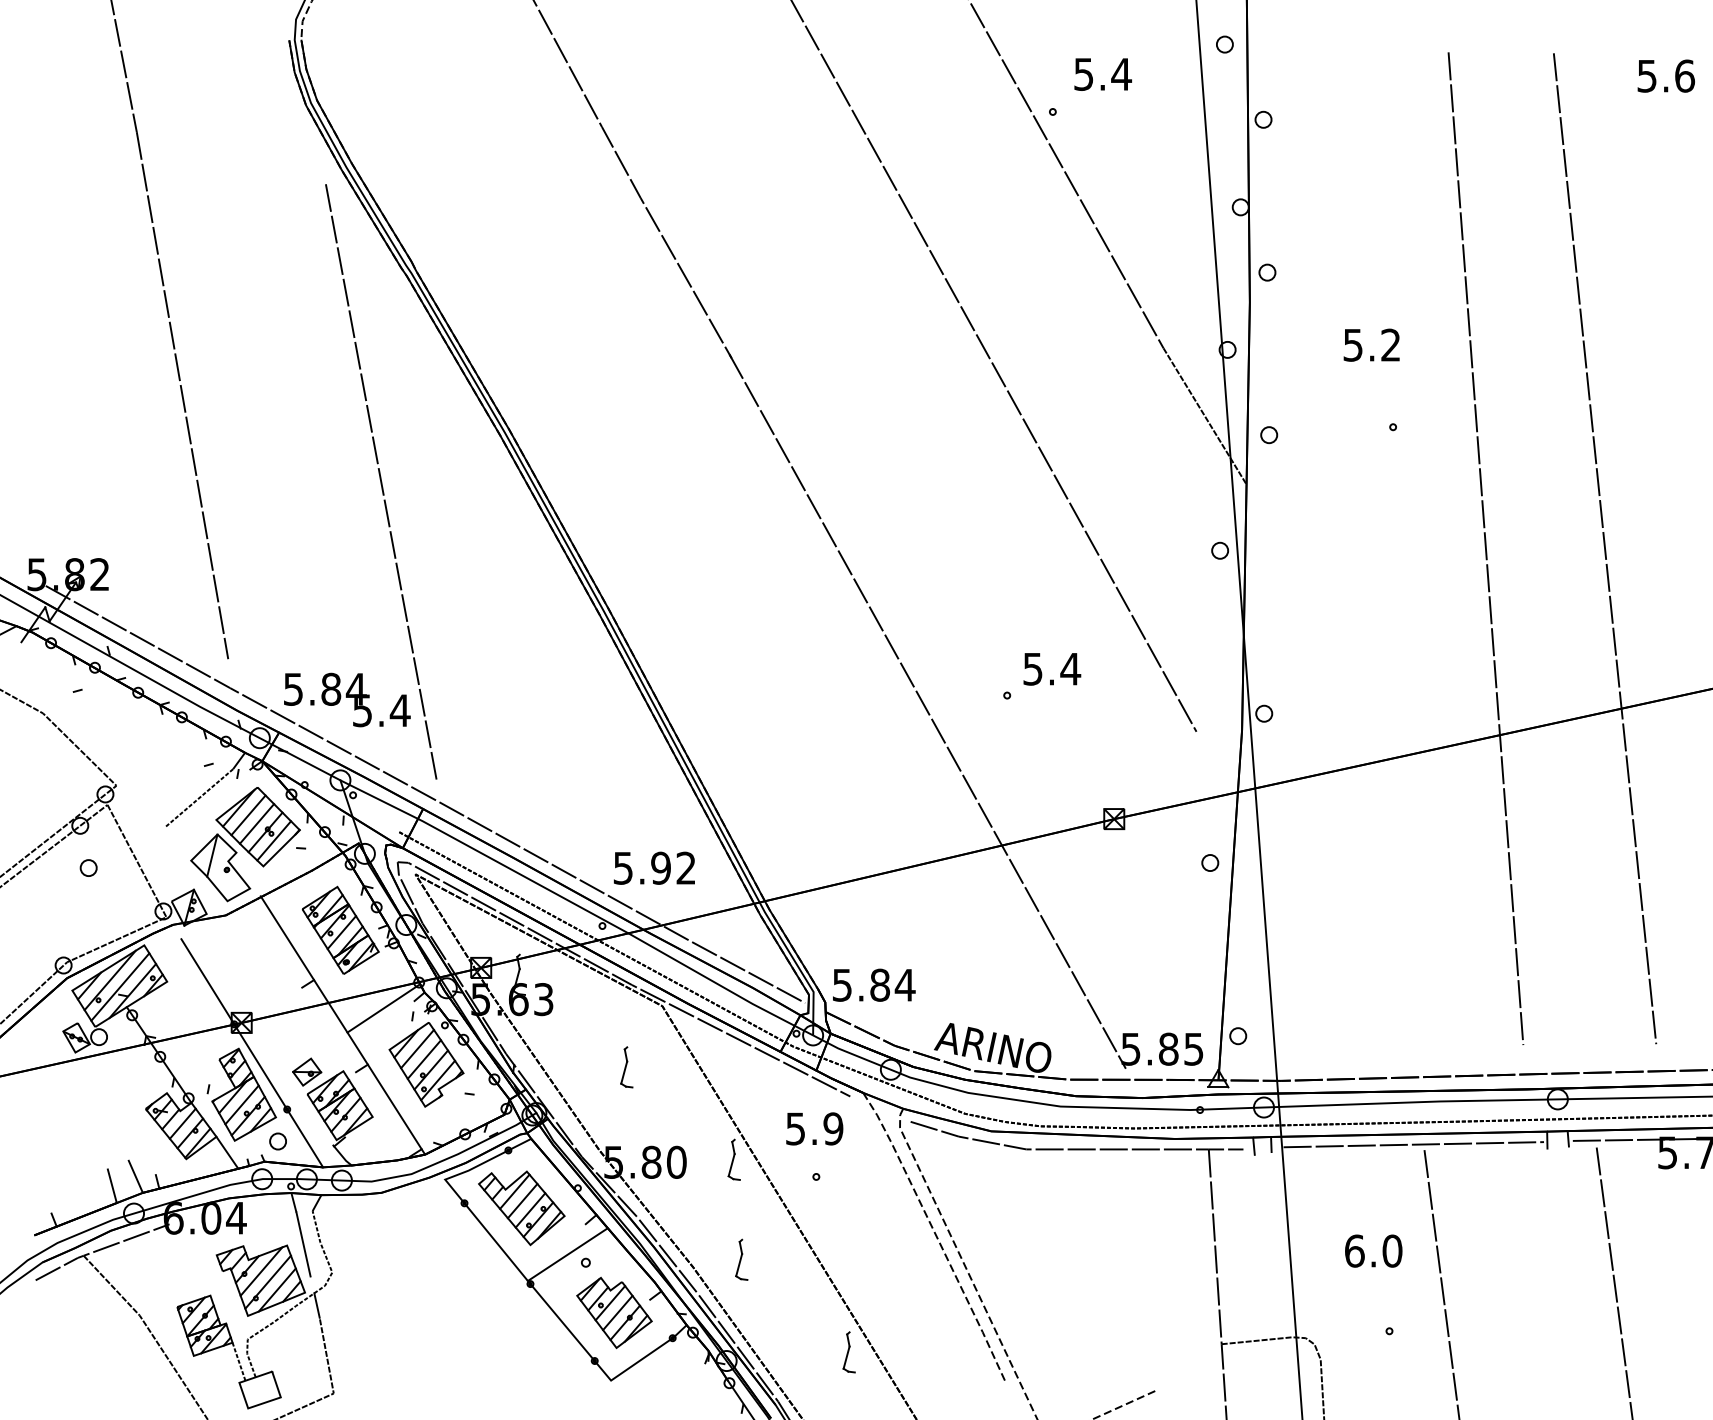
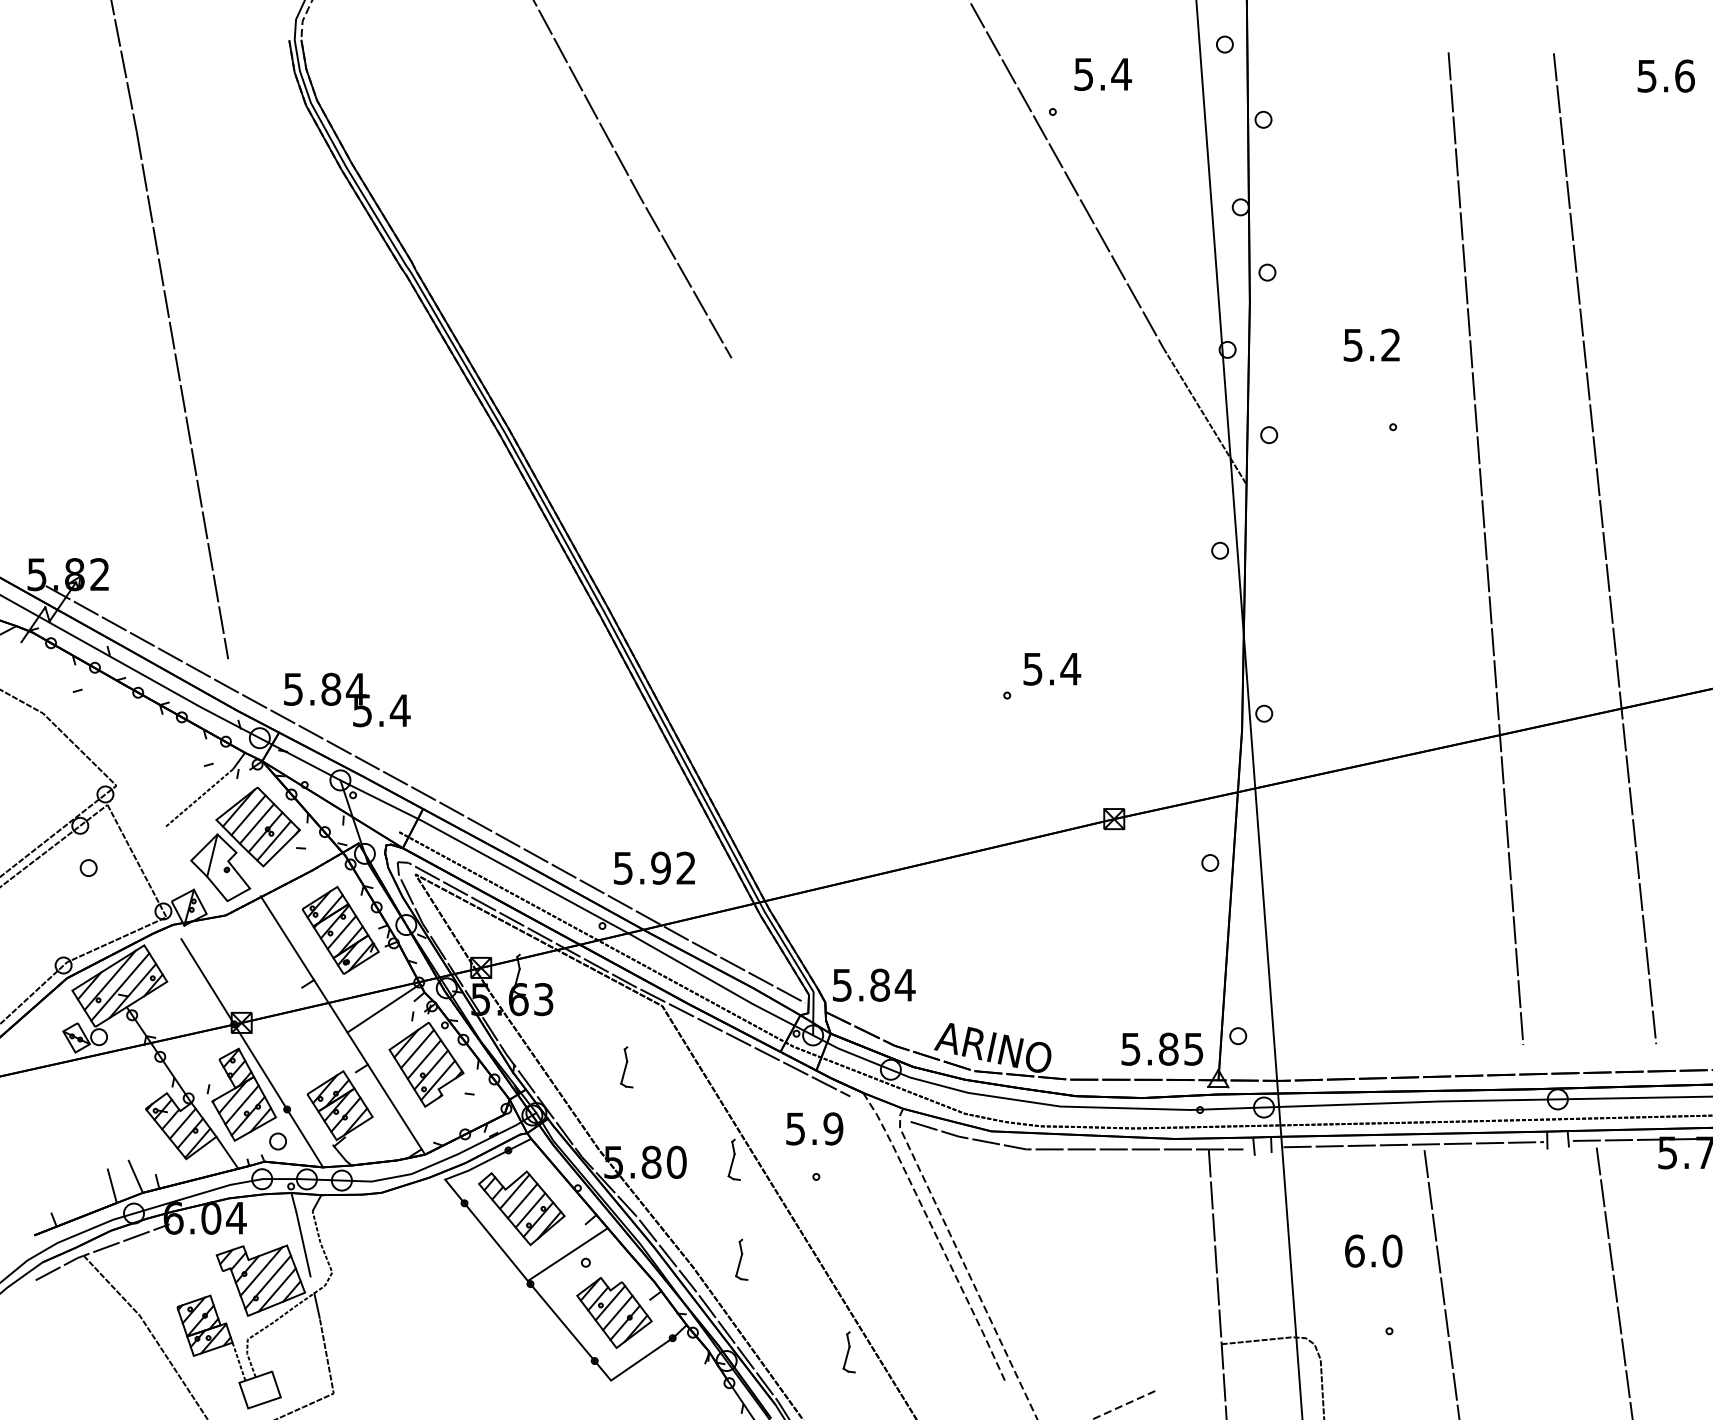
line at (994, 366): present -> none
line at (380, 482): present -> none
line at (927, 711): present -> none
part at (307, 1071): present -> none
